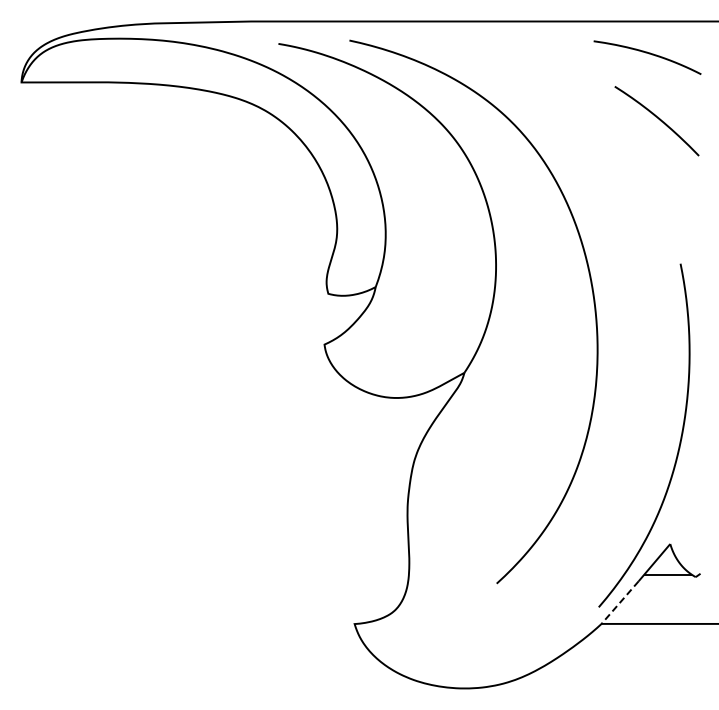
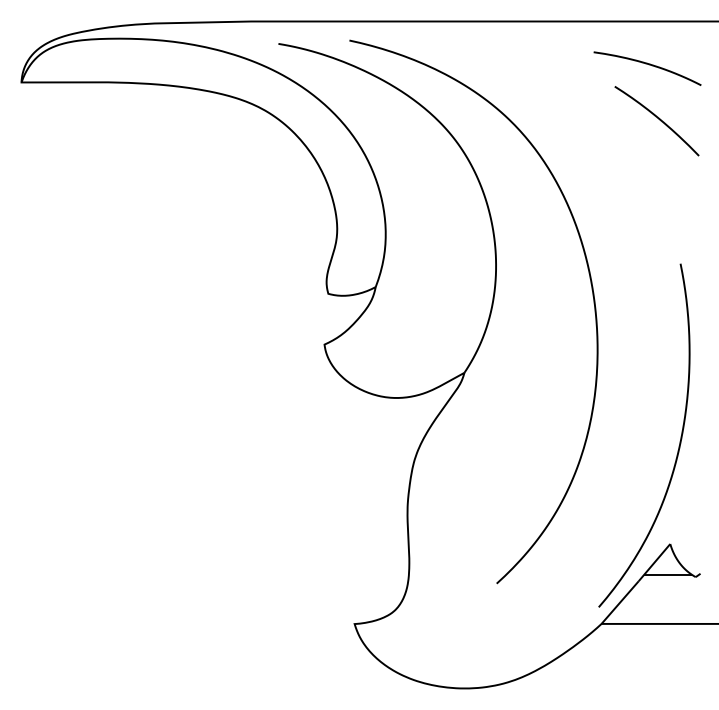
curve at (649, 54) position: (649, 54) -> (649, 65)
line at (619, 602): dashed -> solid
